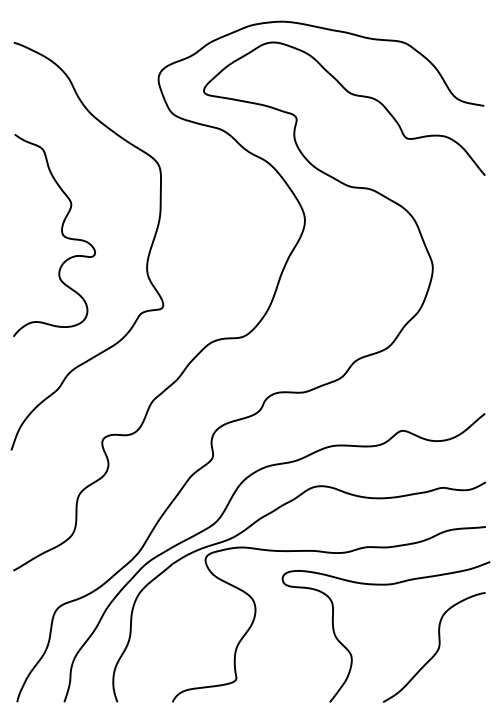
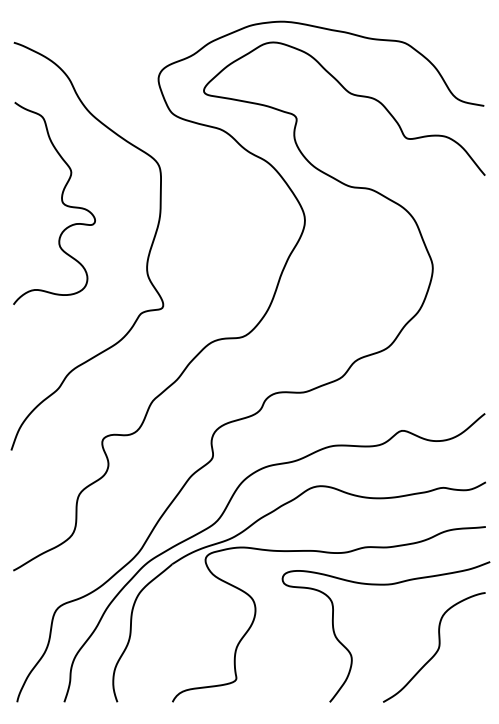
curve at (61, 234) position: (61, 234) -> (61, 202)
